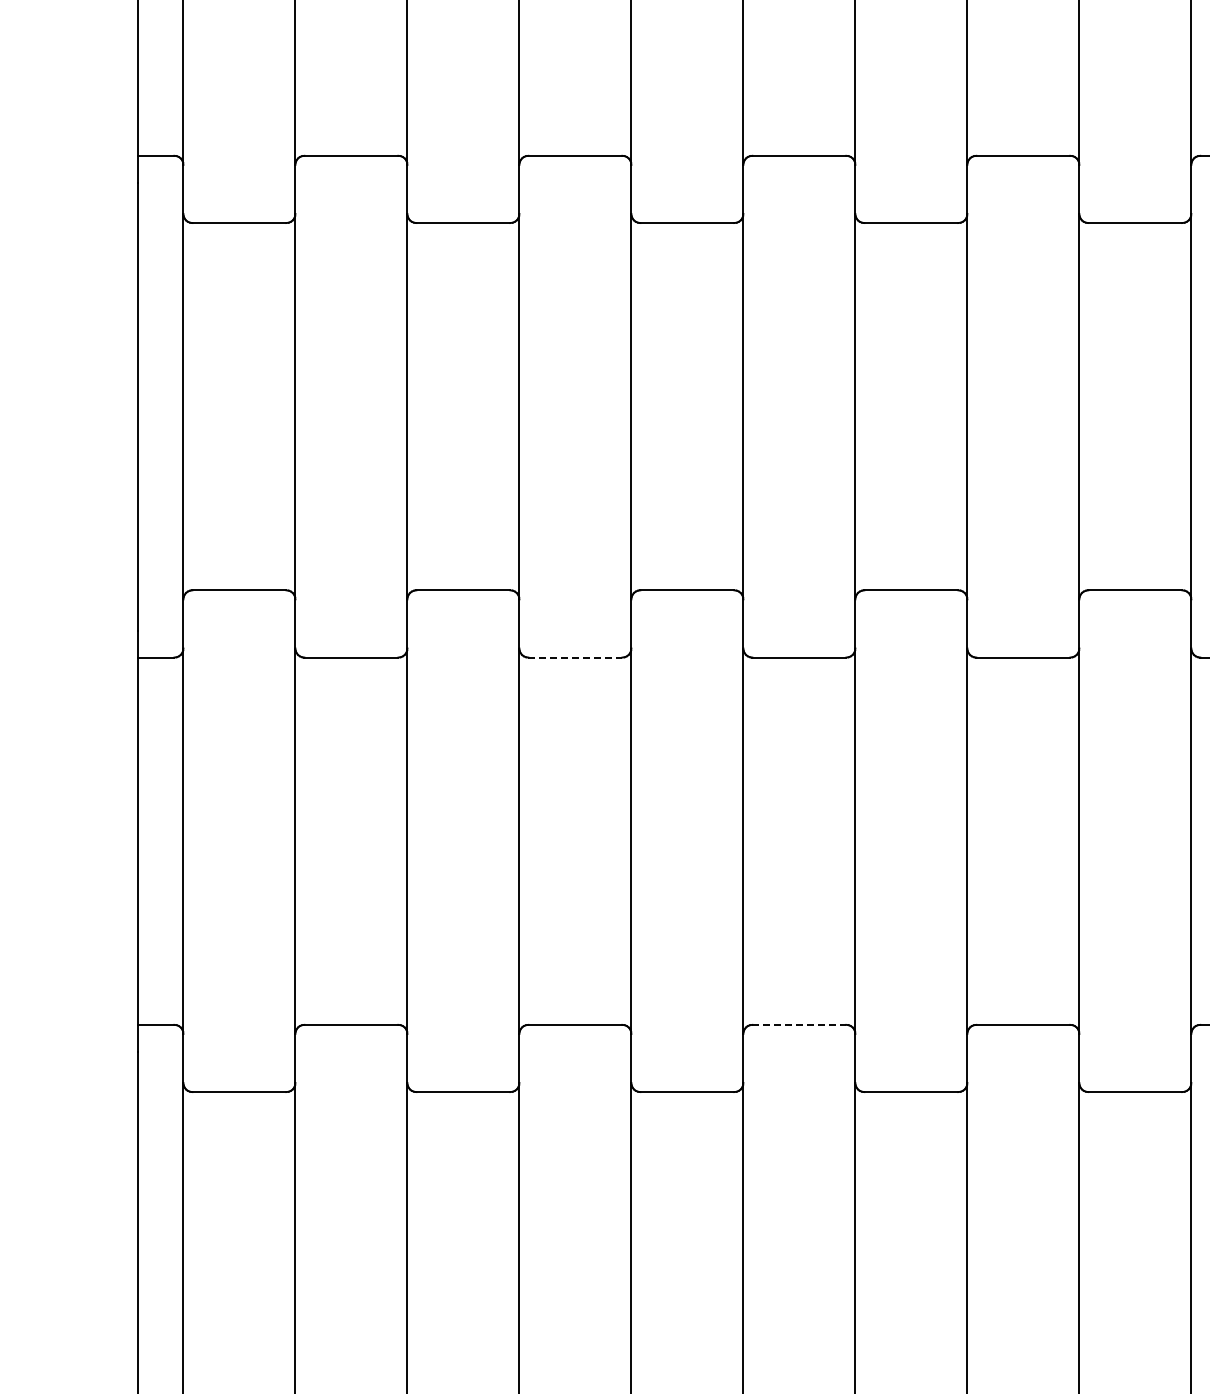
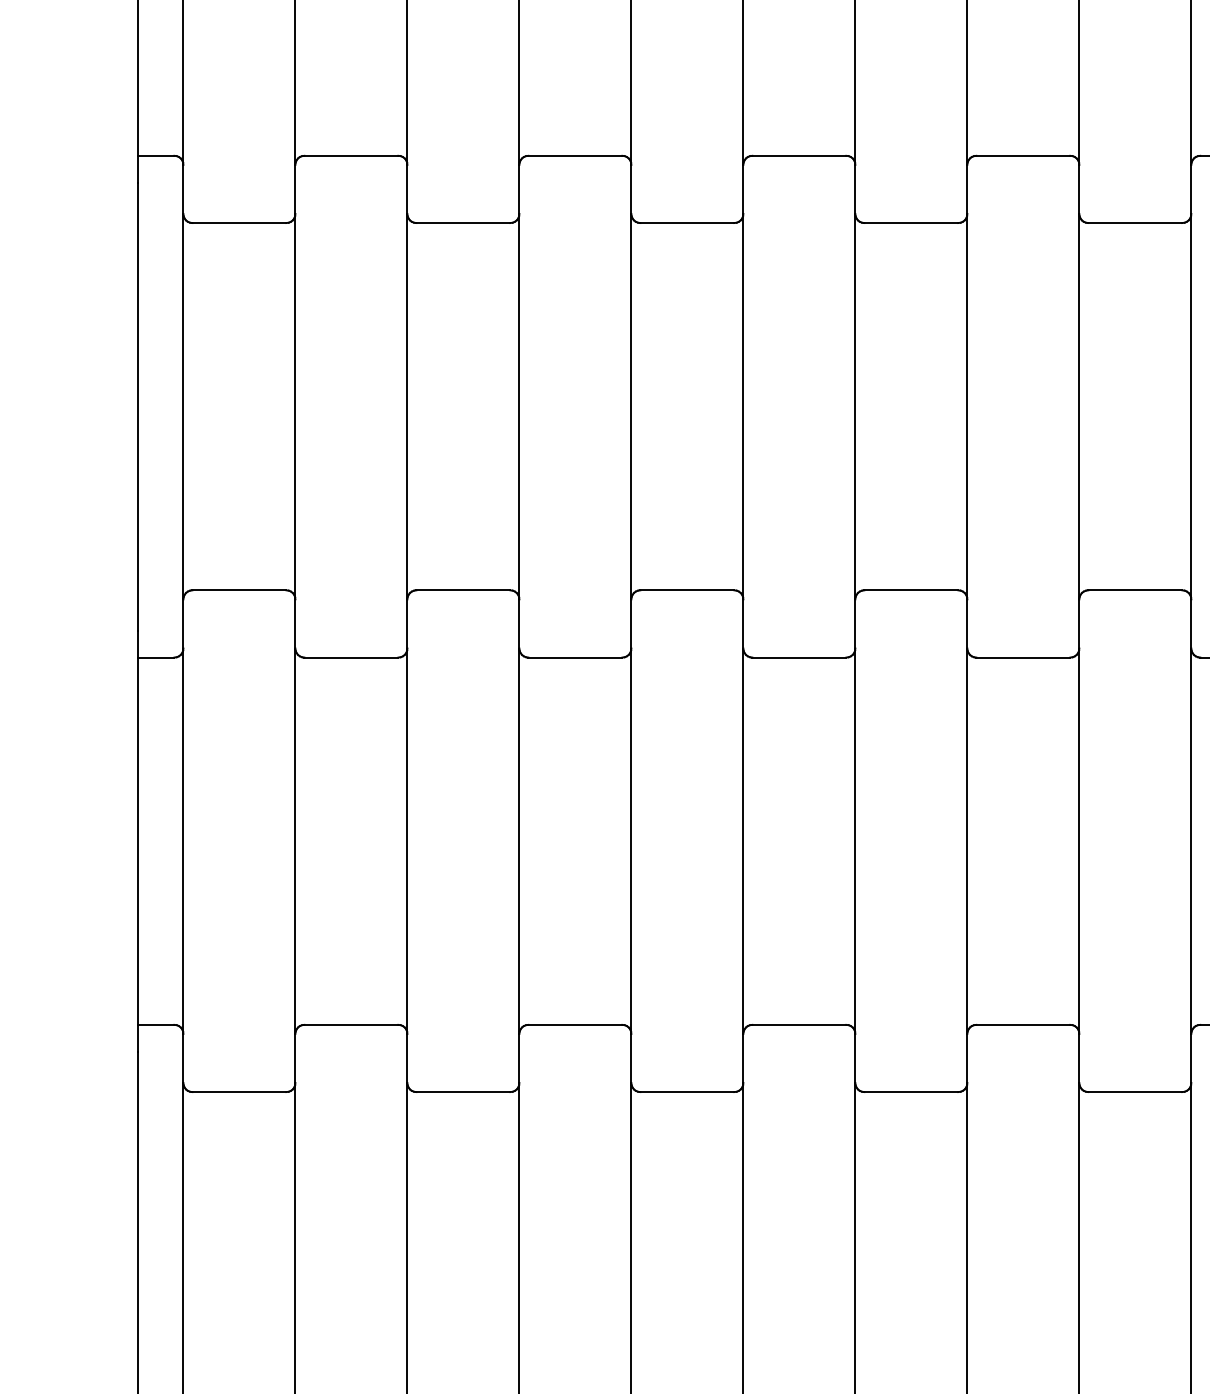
line at (575, 657): dashed -> solid
line at (799, 1024): dashed -> solid
